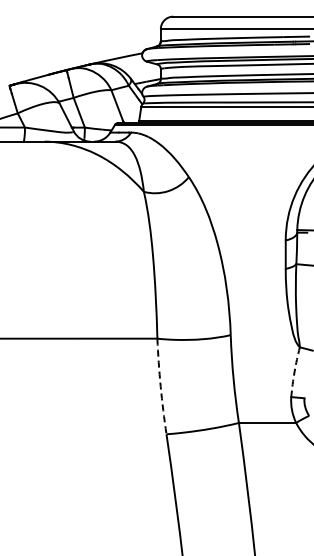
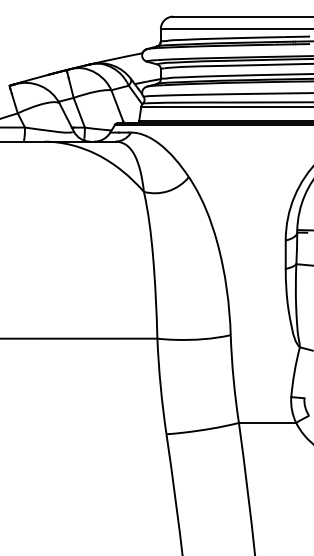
arc at (294, 372): dashed -> solid
arc at (160, 386): dashed -> solid
